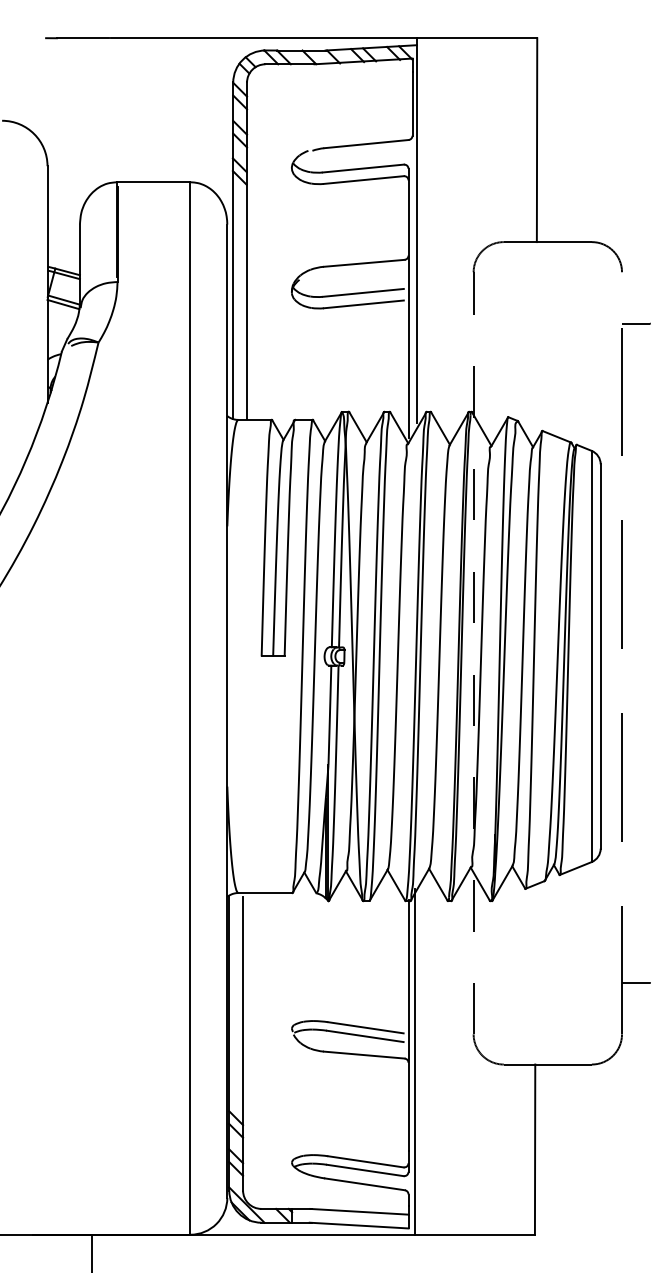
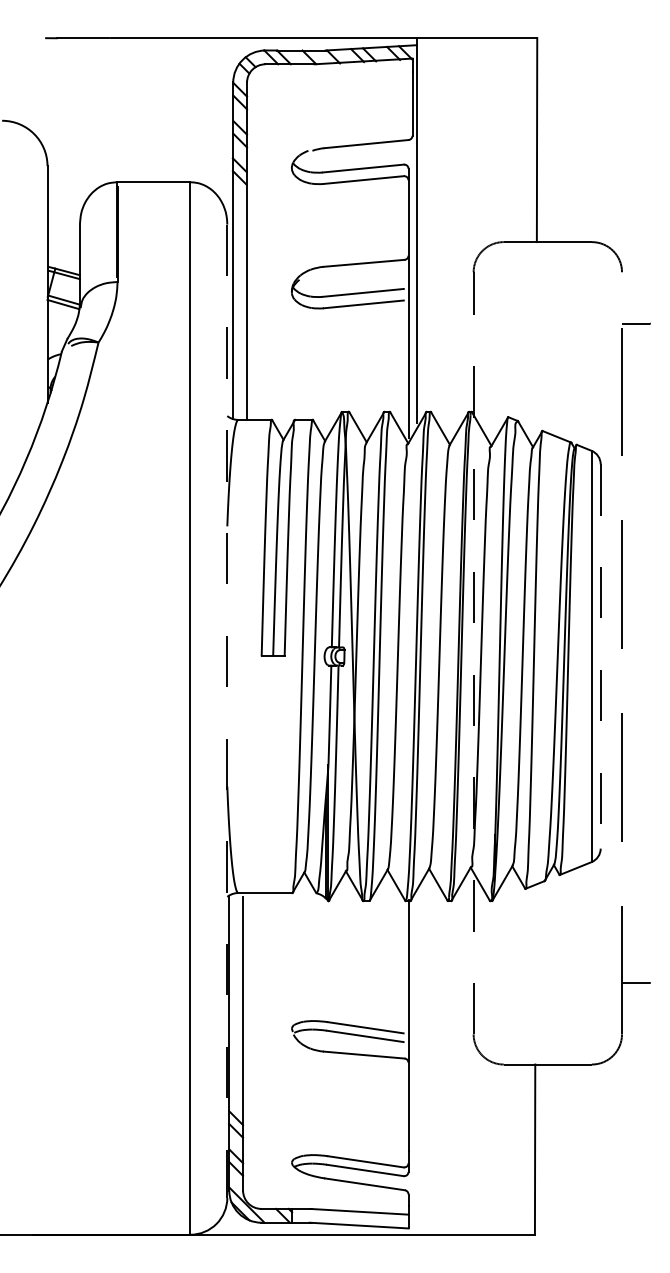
line at (600, 656): solid -> dashed
line at (227, 711): solid -> dashed
line at (414, 1061): present -> none
line at (91, 1251): present -> none
